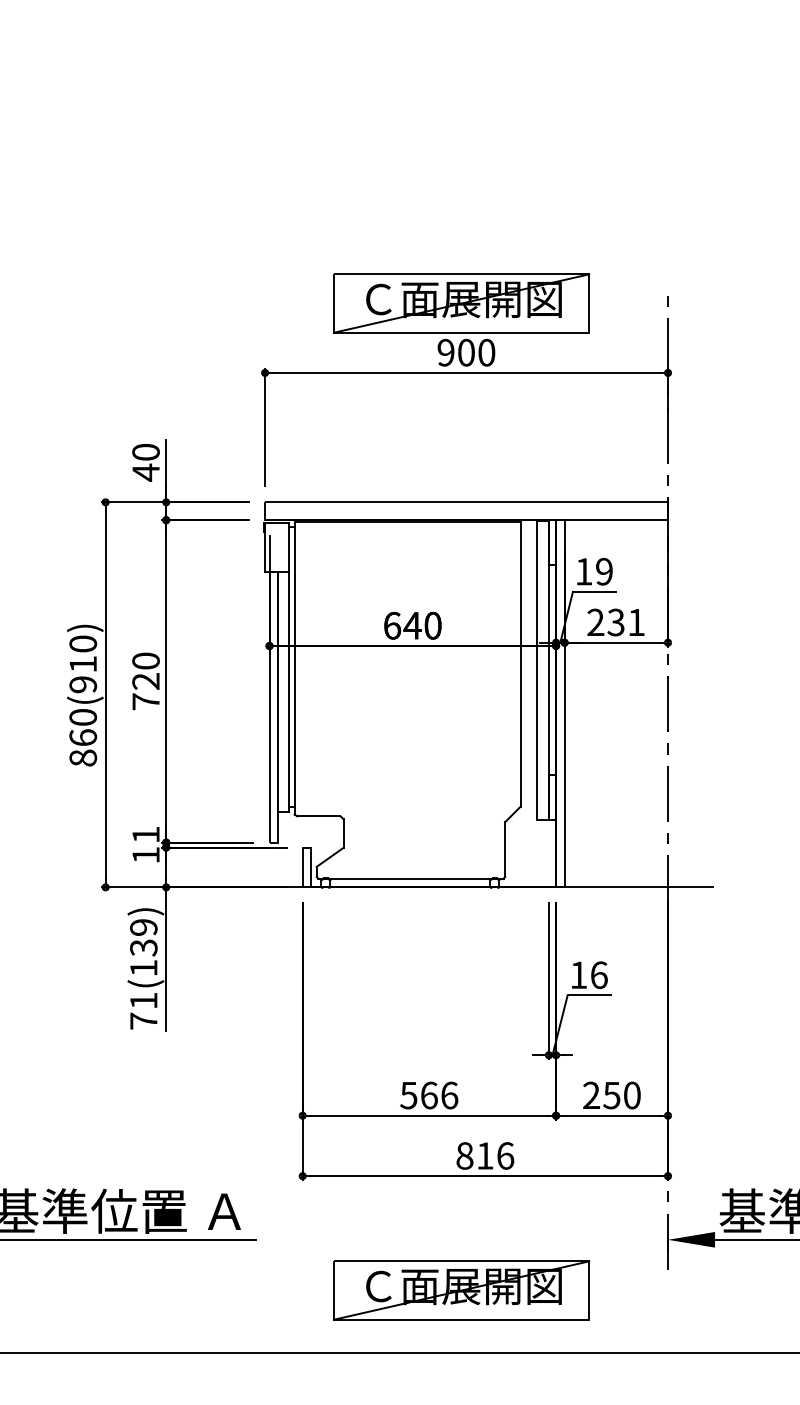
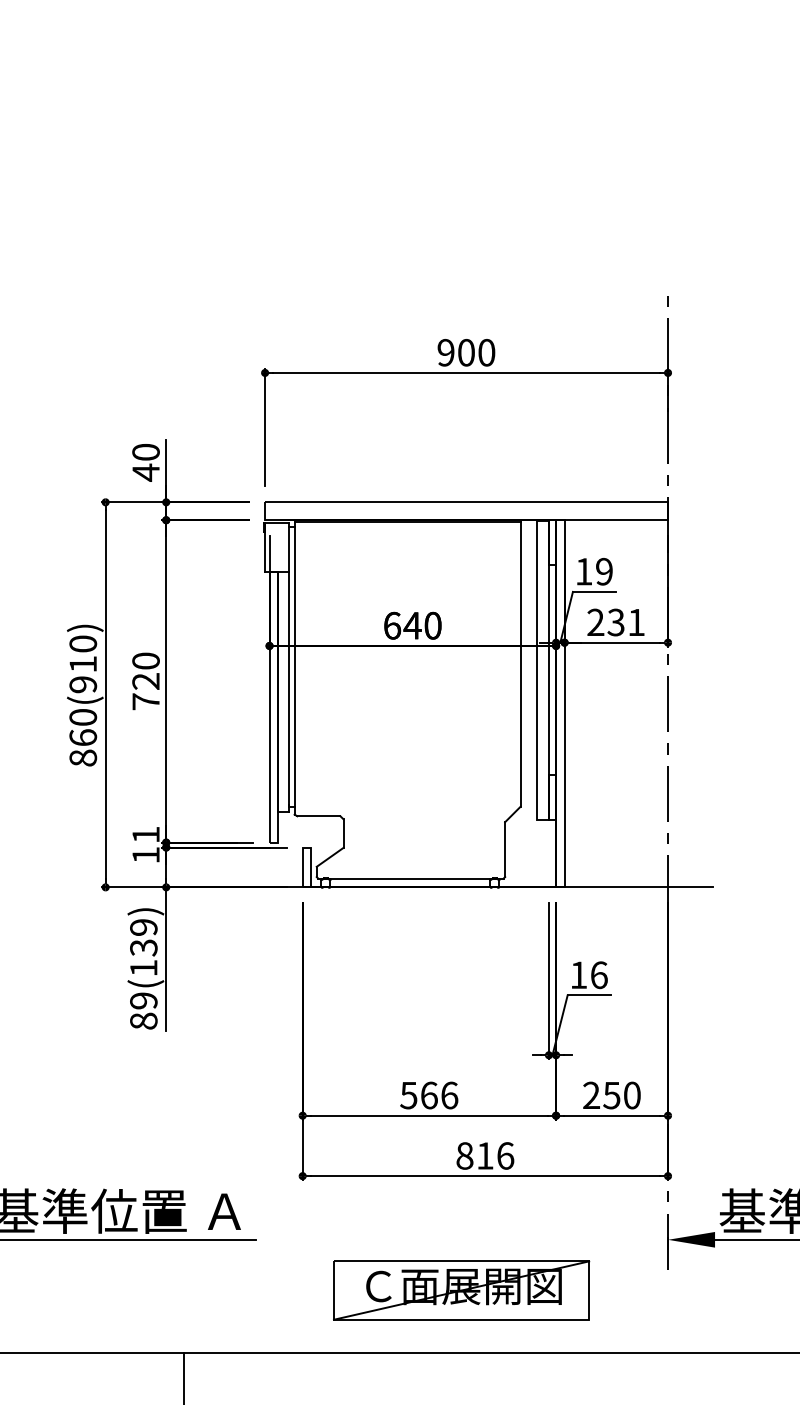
part at (461, 303): present -> none
text at (143, 1010): 71(139) -> 89(139)
line at (184, 1376): none -> present
